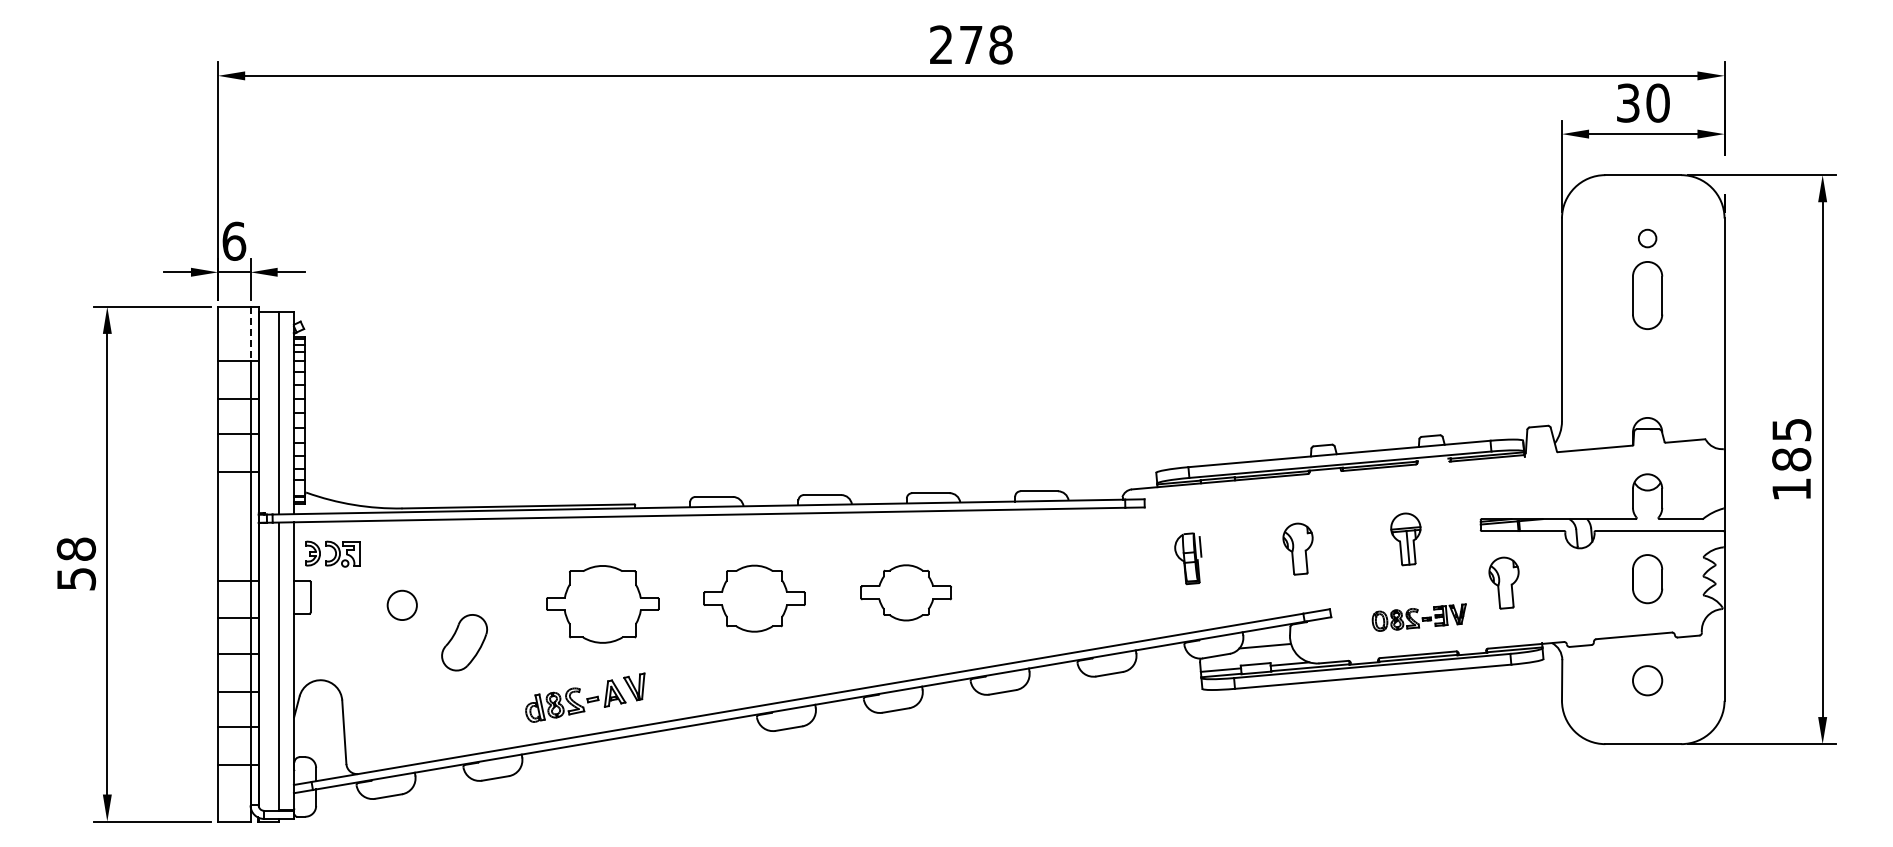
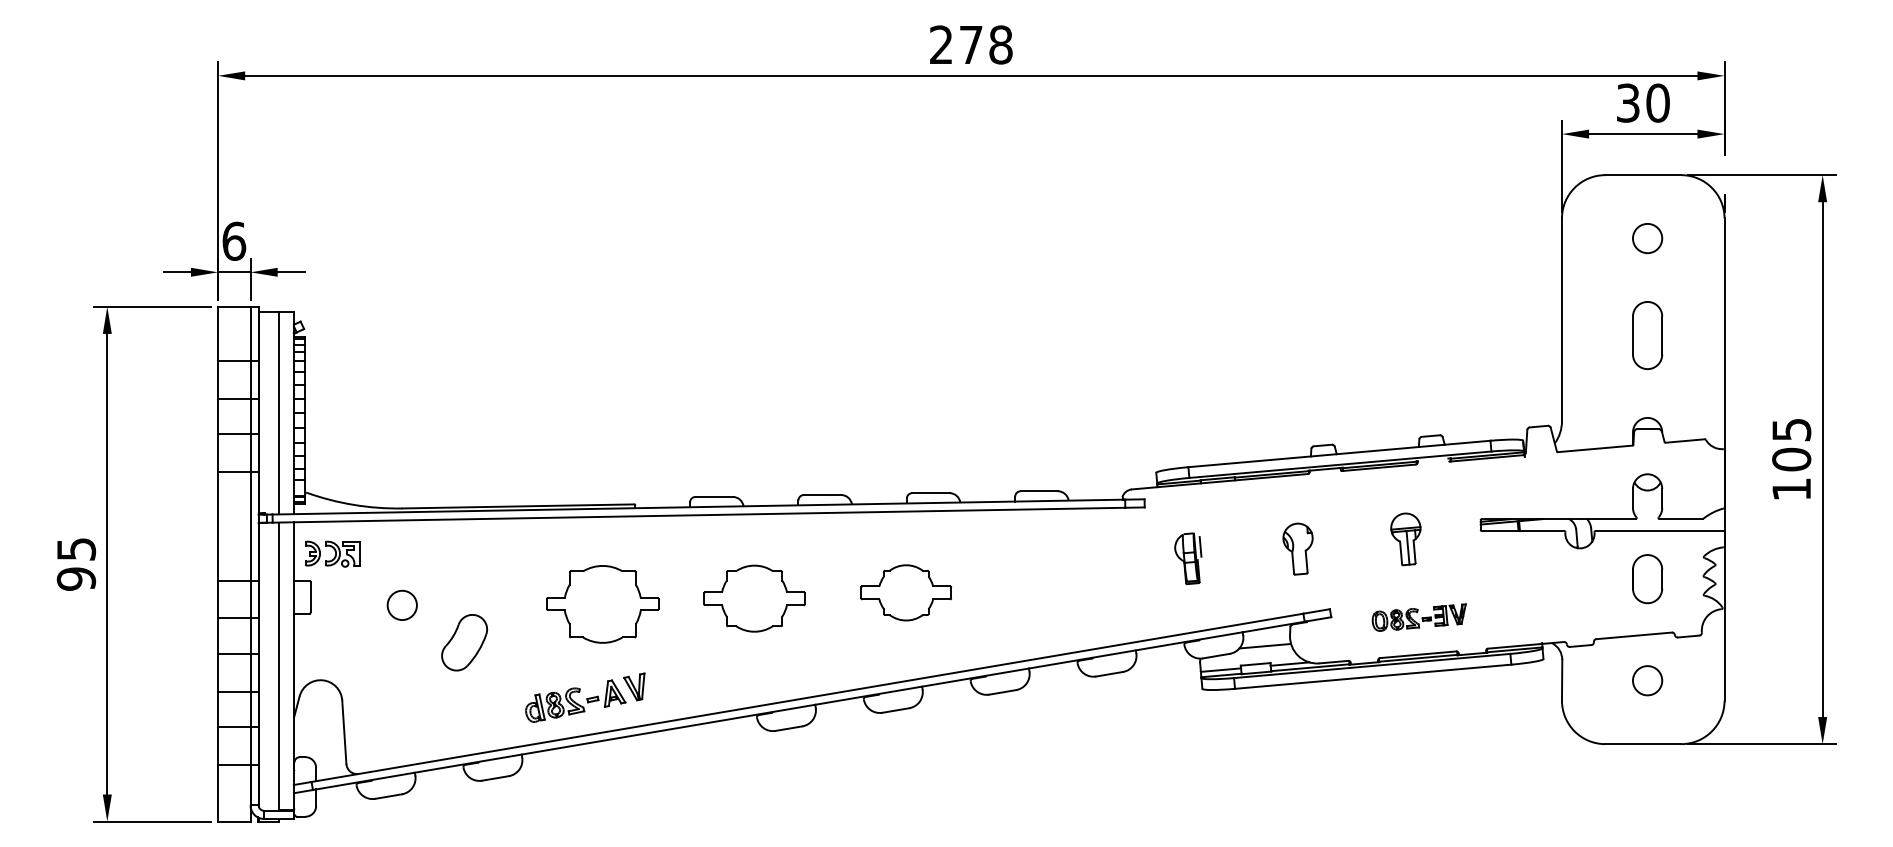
circle at (1647, 238) diameter: 18 px -> 29 px
part at (1647, 295) position: (1647, 295) -> (1647, 335)
line at (250, 334): dashed -> solid
text at (1791, 459): 185 -> 105
text at (76, 563): 58 -> 95
part at (1503, 582): present -> none
